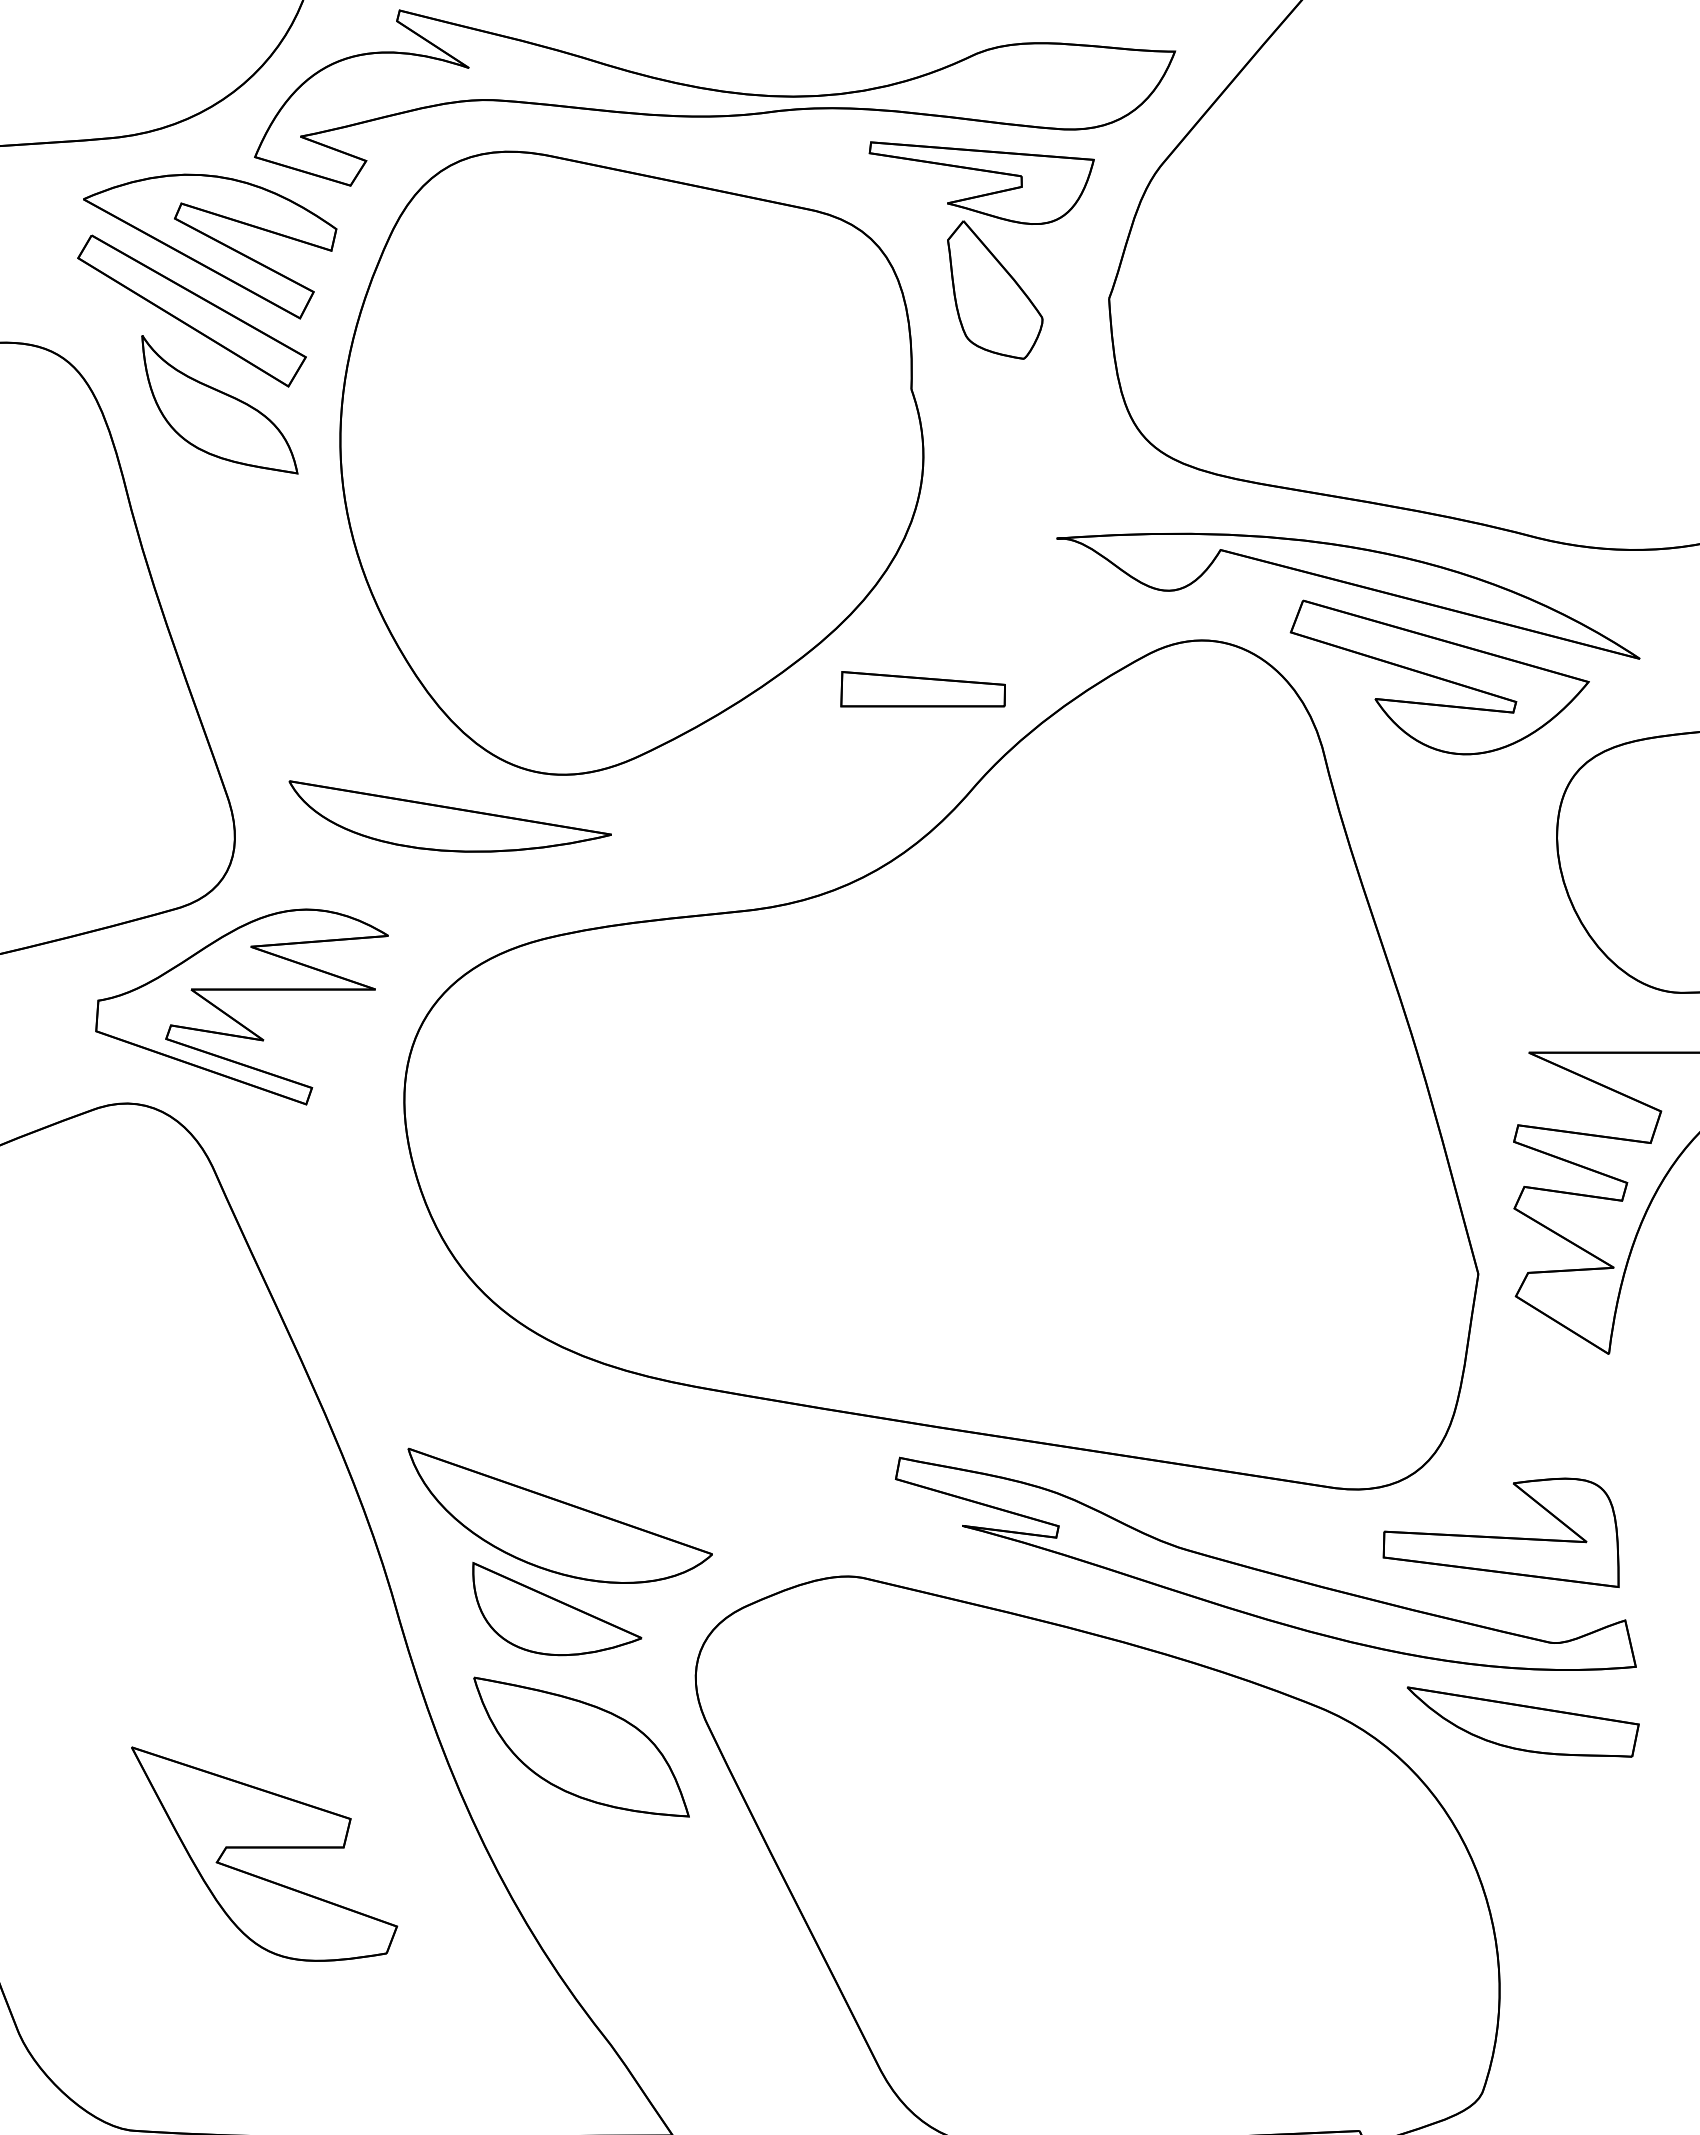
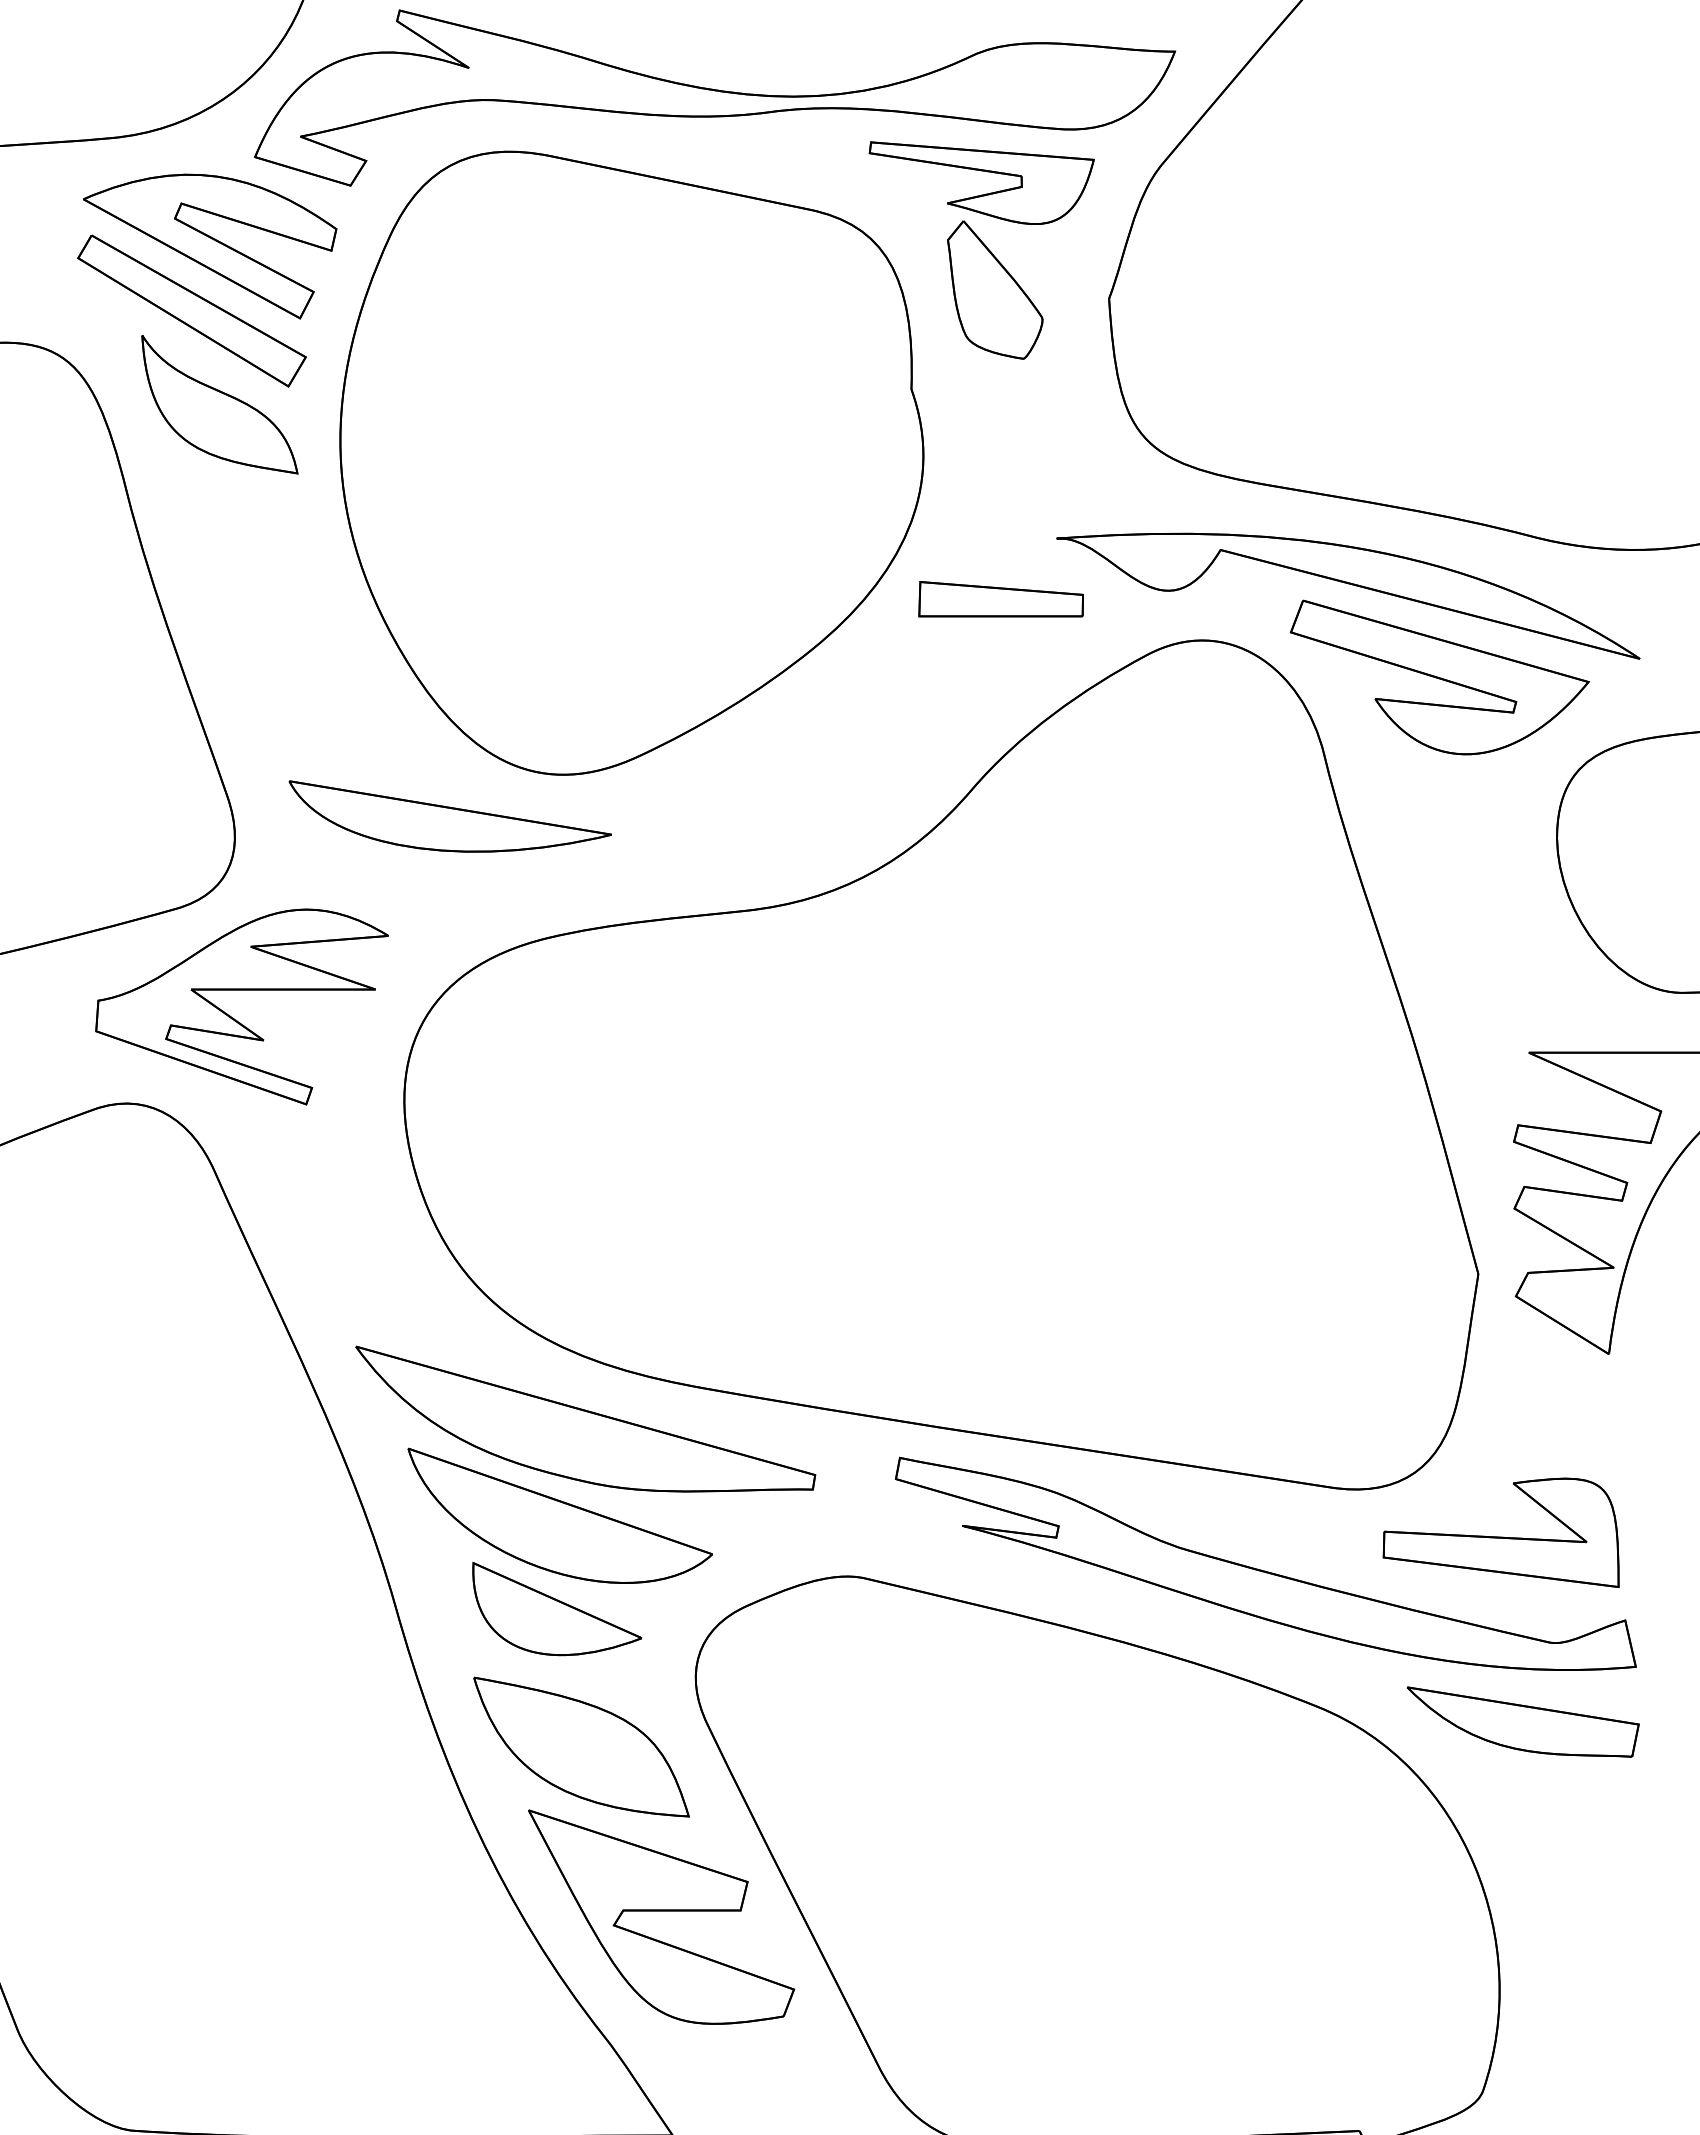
part at (922, 689) position: (922, 689) -> (1000, 599)
part at (585, 1418): none -> present
part at (264, 1853) position: (264, 1853) -> (661, 1916)
